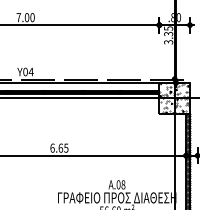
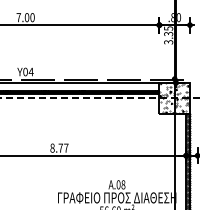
line at (100, 98): solid -> dashed
text at (59, 147): 6.65 -> 8.77
